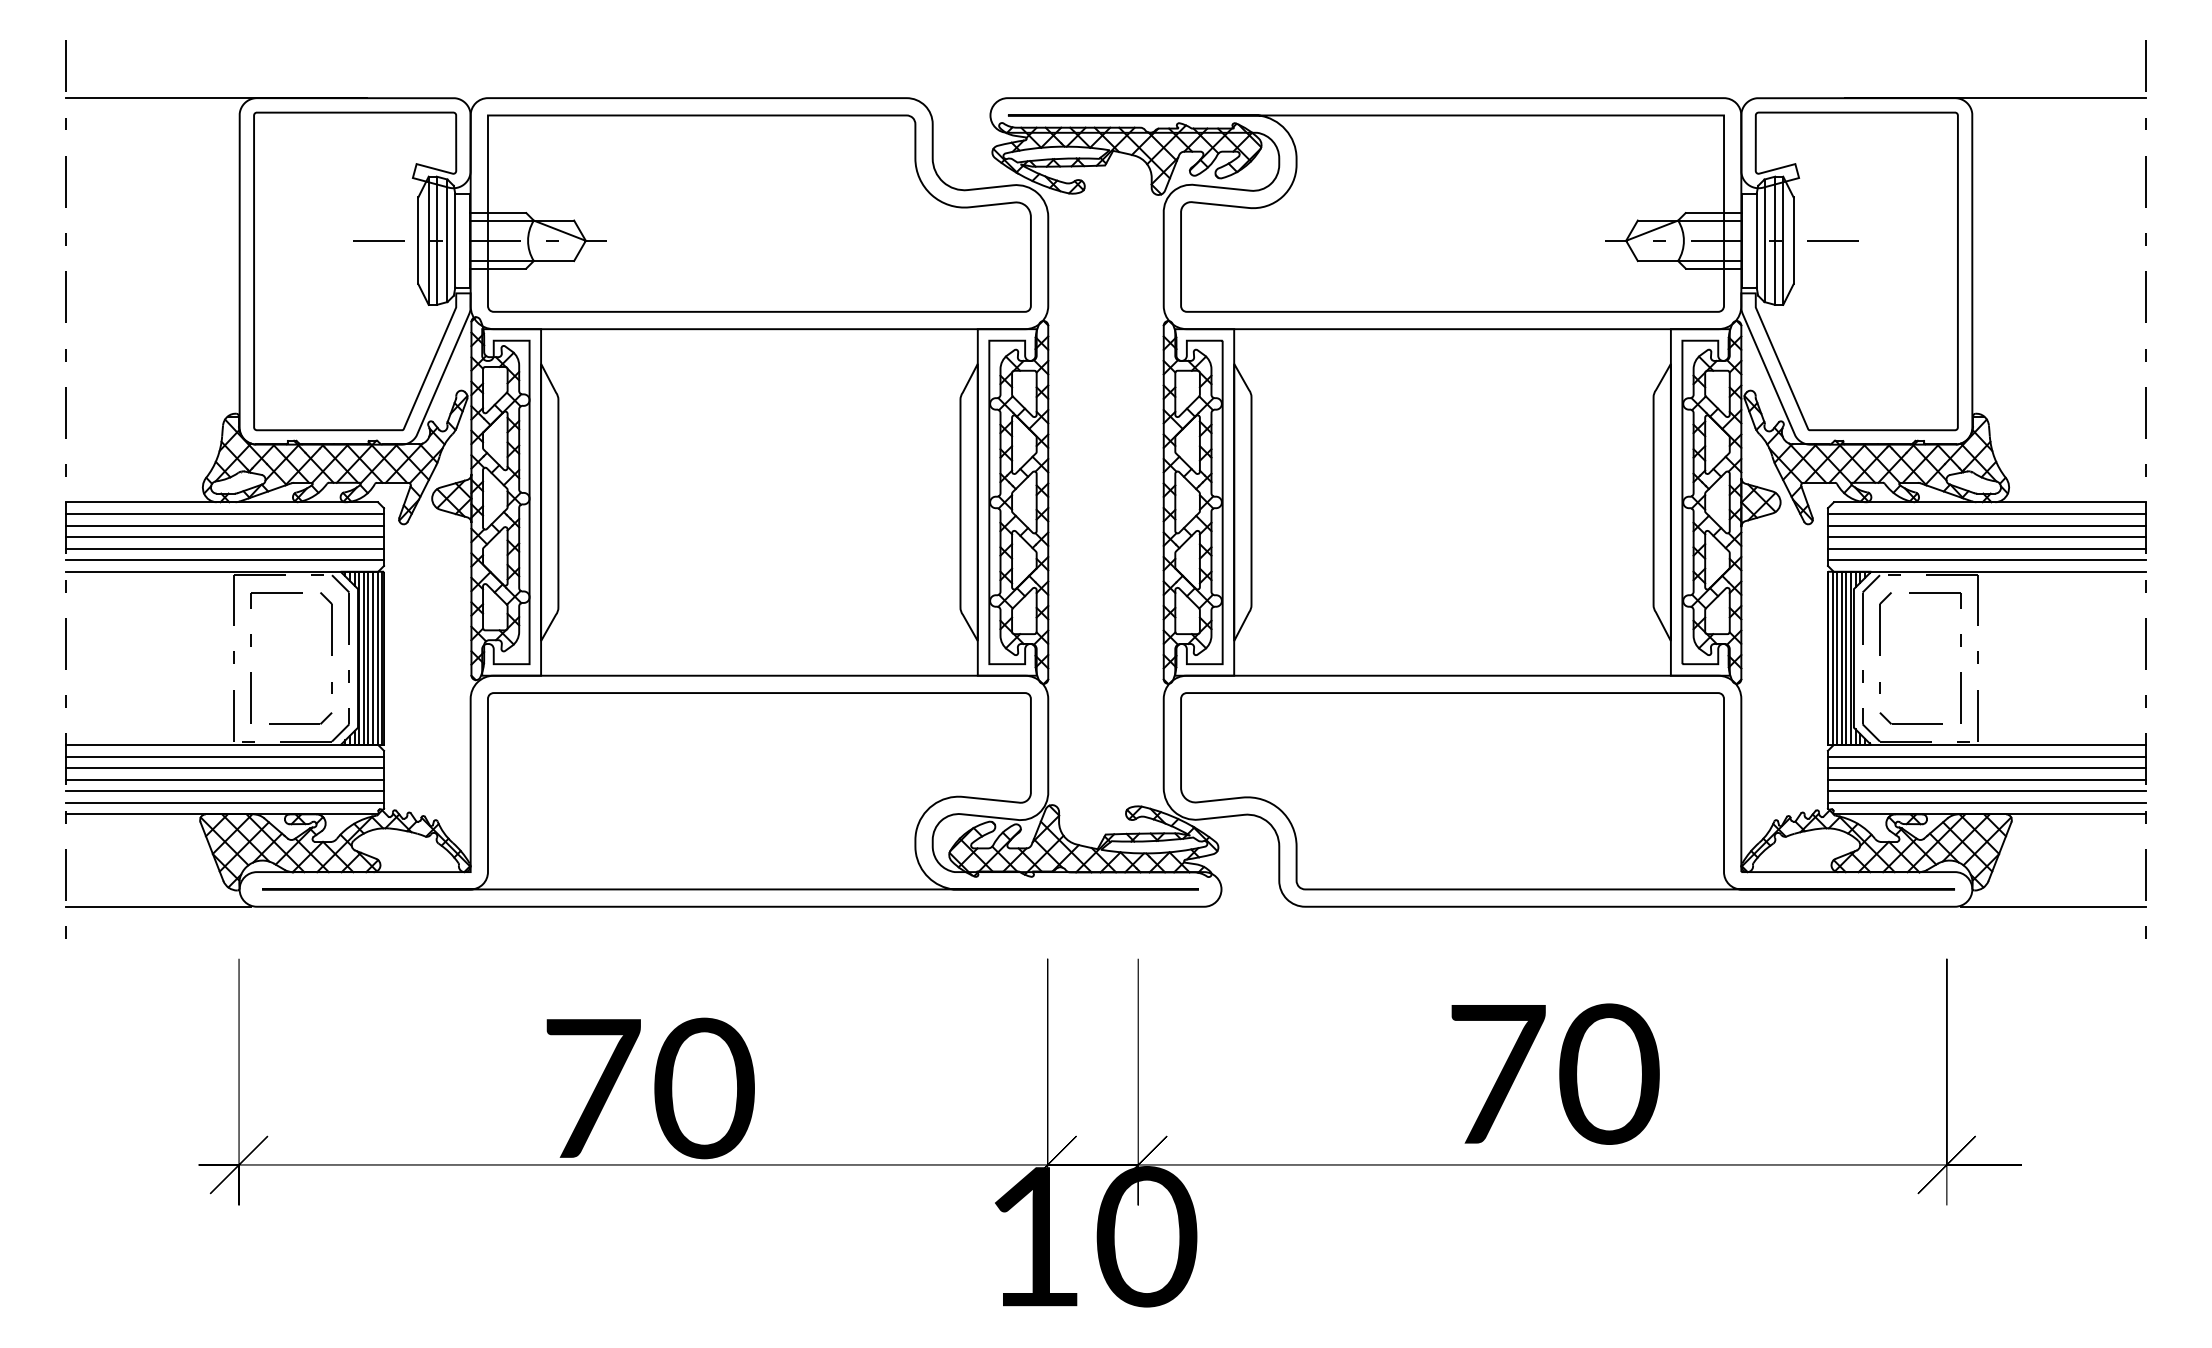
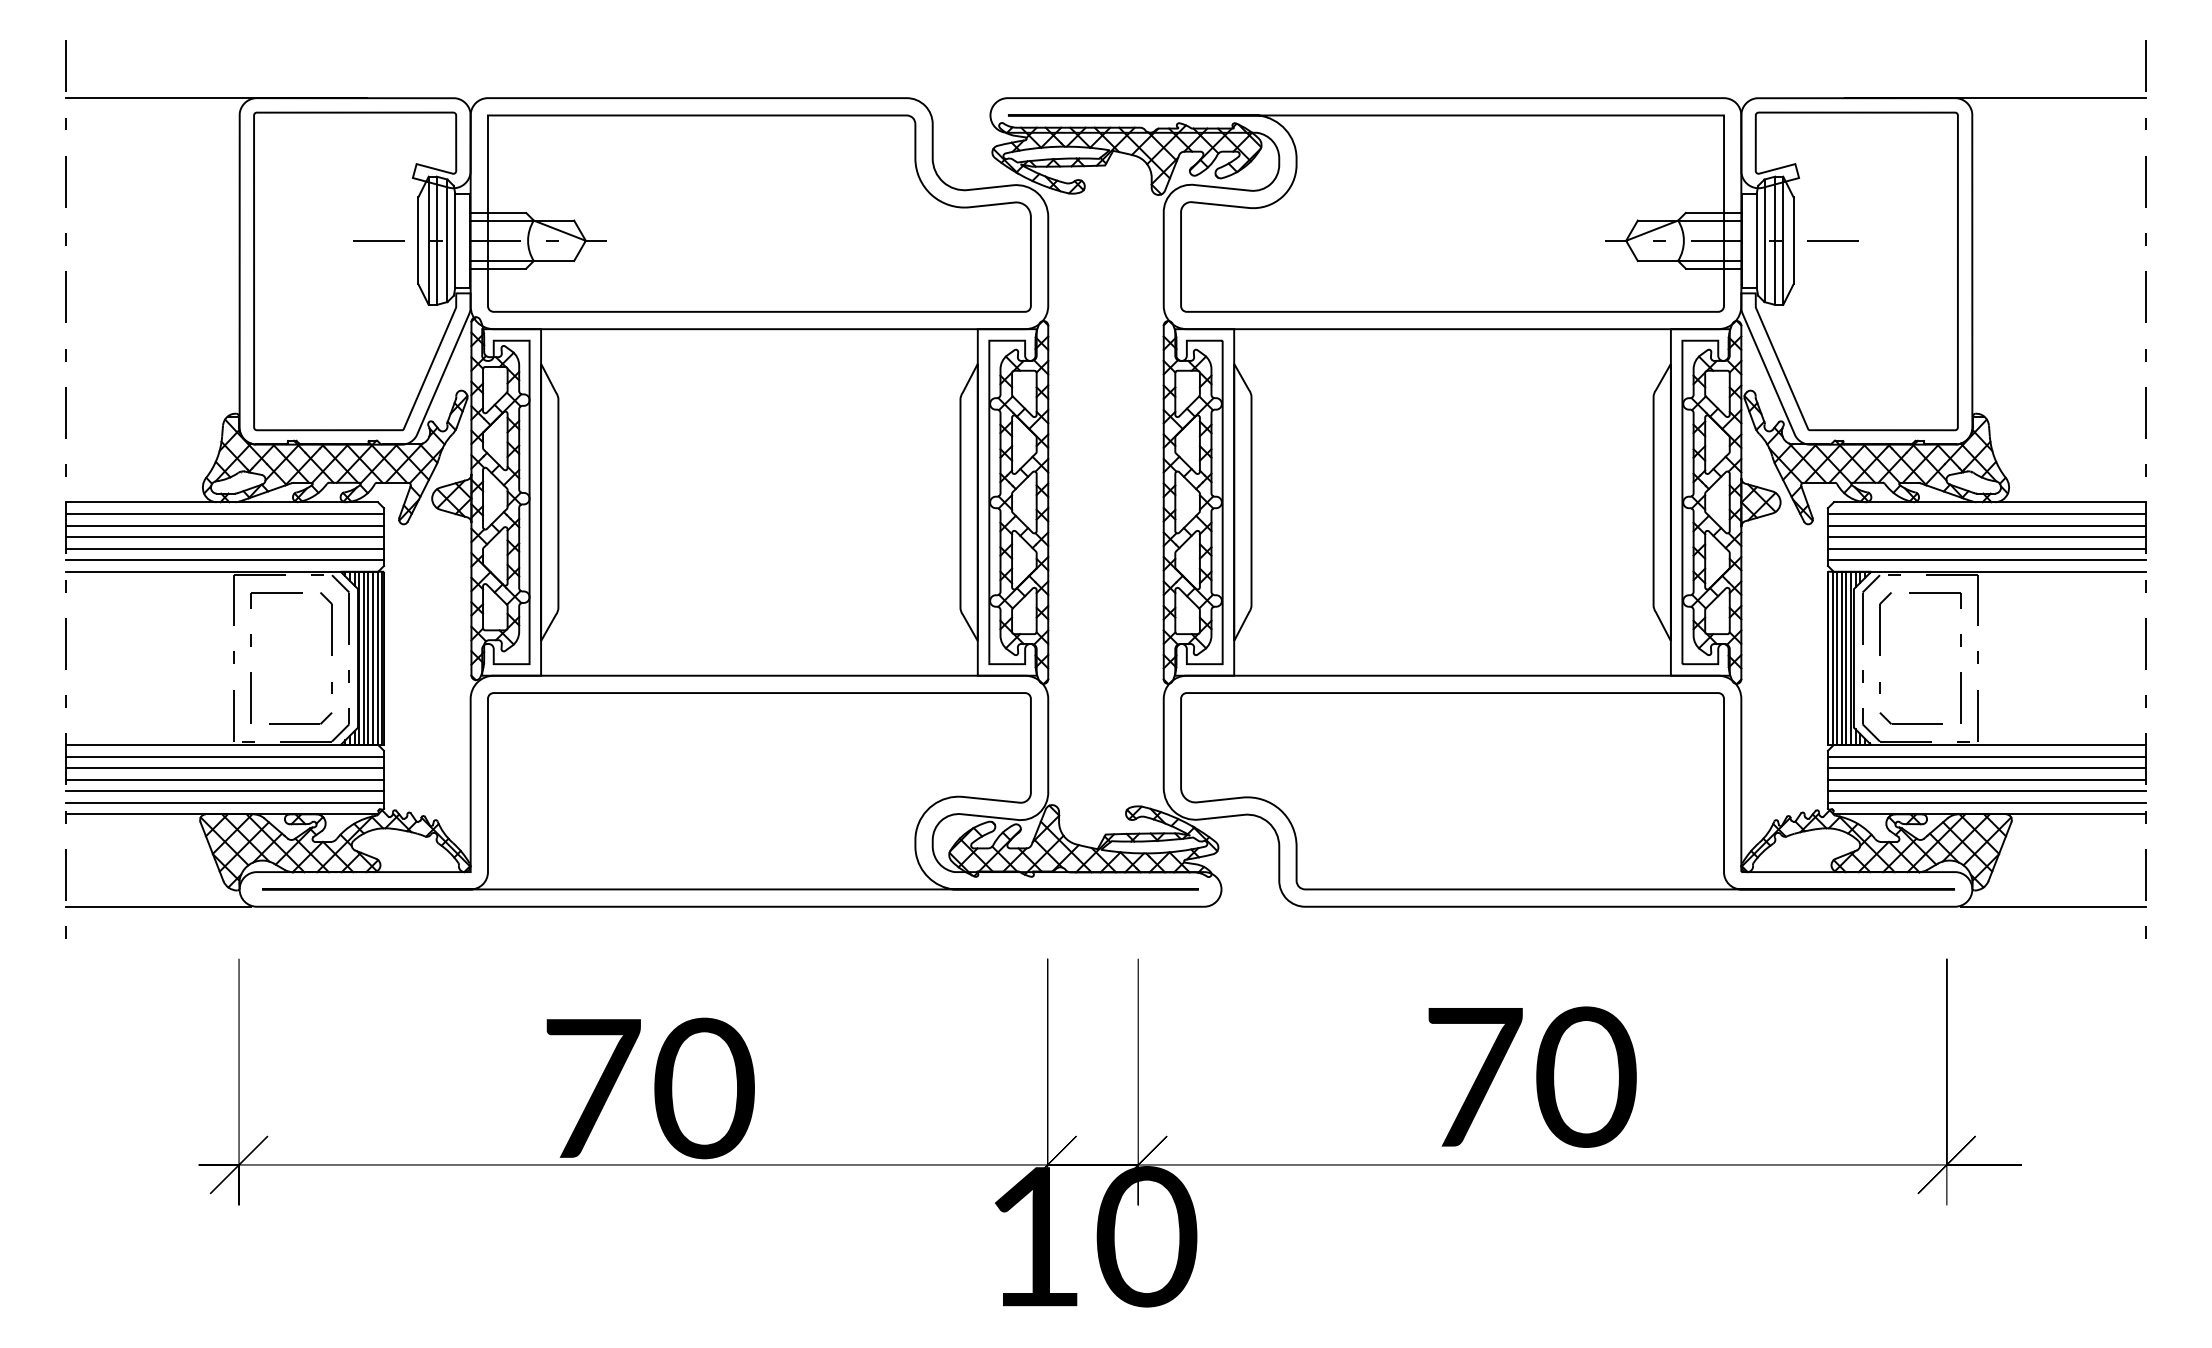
text at (1555, 1073) position: (1555, 1073) -> (1532, 1076)
